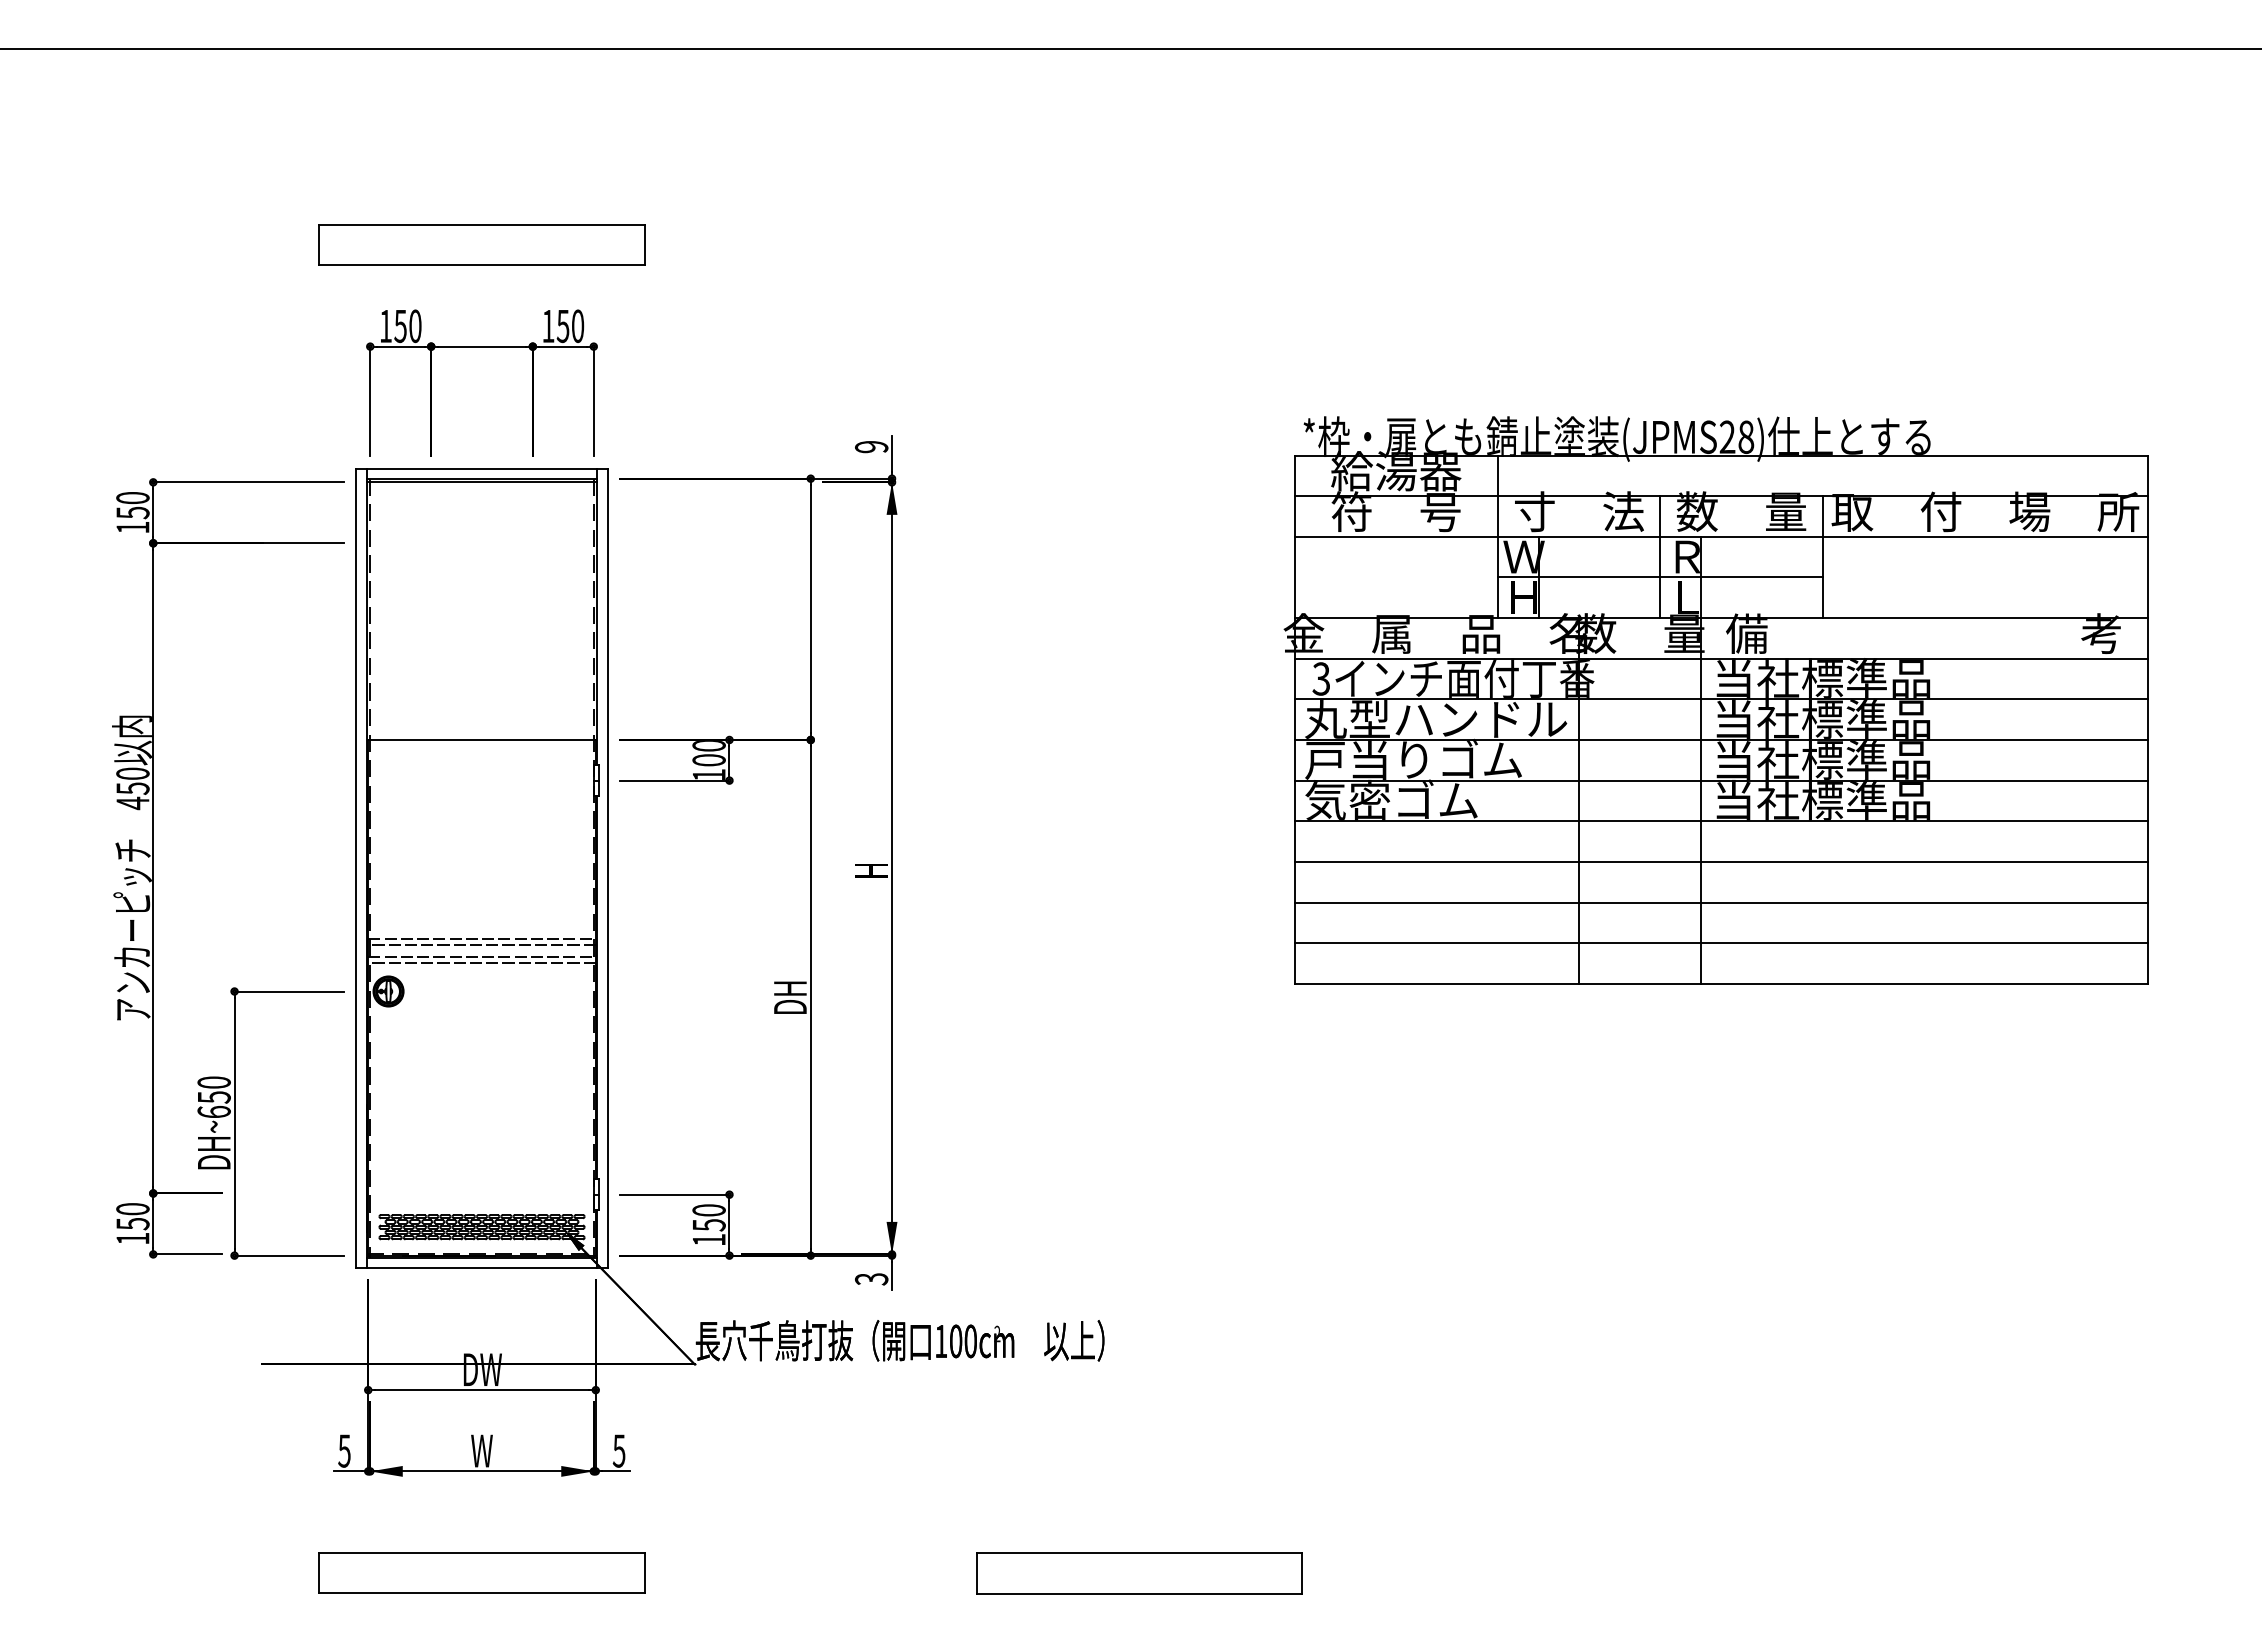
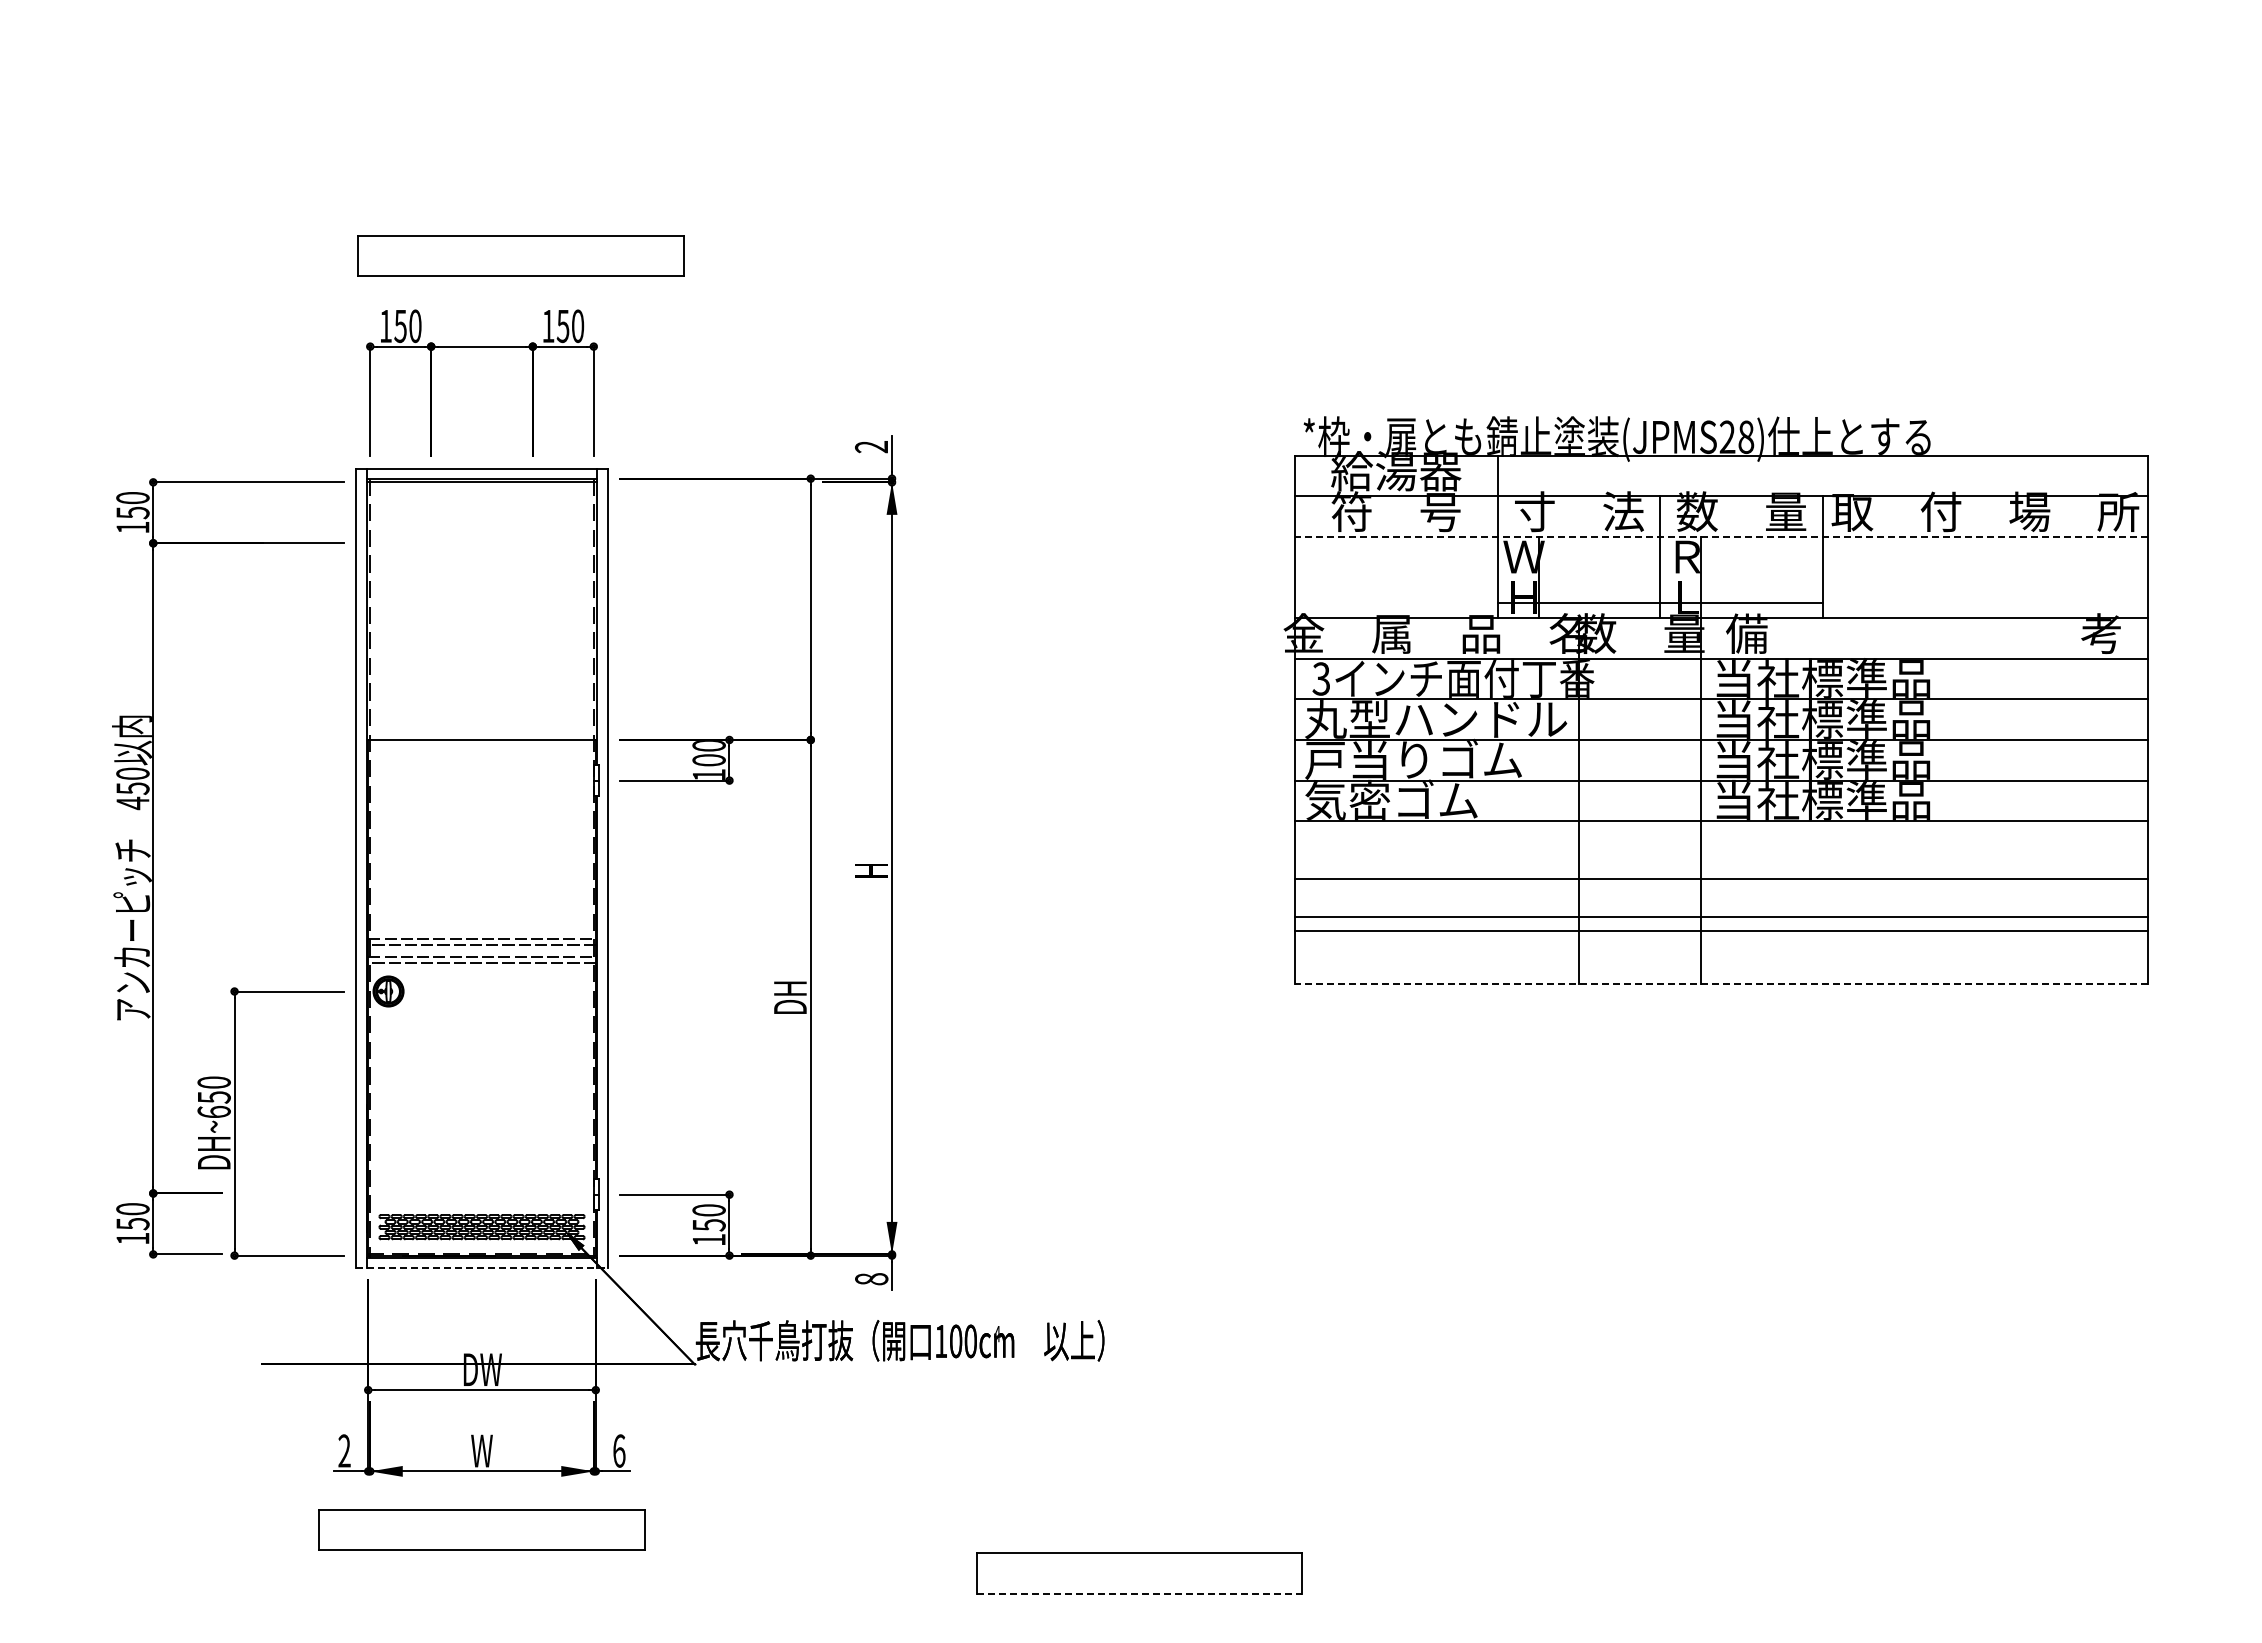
line at (1130, 49): present -> none
part at (481, 244) position: (481, 244) -> (520, 255)
text at (871, 447): 9 -> 2
line at (1721, 536): solid -> dashed
line at (1659, 577) position: (1659, 577) -> (1659, 603)
line at (1721, 861) position: (1721, 861) -> (1721, 878)
line at (1721, 902) position: (1721, 902) -> (1721, 930)
line at (1721, 943) position: (1721, 943) -> (1721, 917)
line at (1721, 983): solid -> dashed
line at (482, 1268): solid -> dashed
text at (871, 1279): 3 -> 8
text at (997, 1333): 2 -> 4
text at (344, 1450): 5 -> 2
text at (618, 1450): 5 -> 6
part at (481, 1572) position: (481, 1572) -> (481, 1529)
line at (1139, 1593): solid -> dashed
